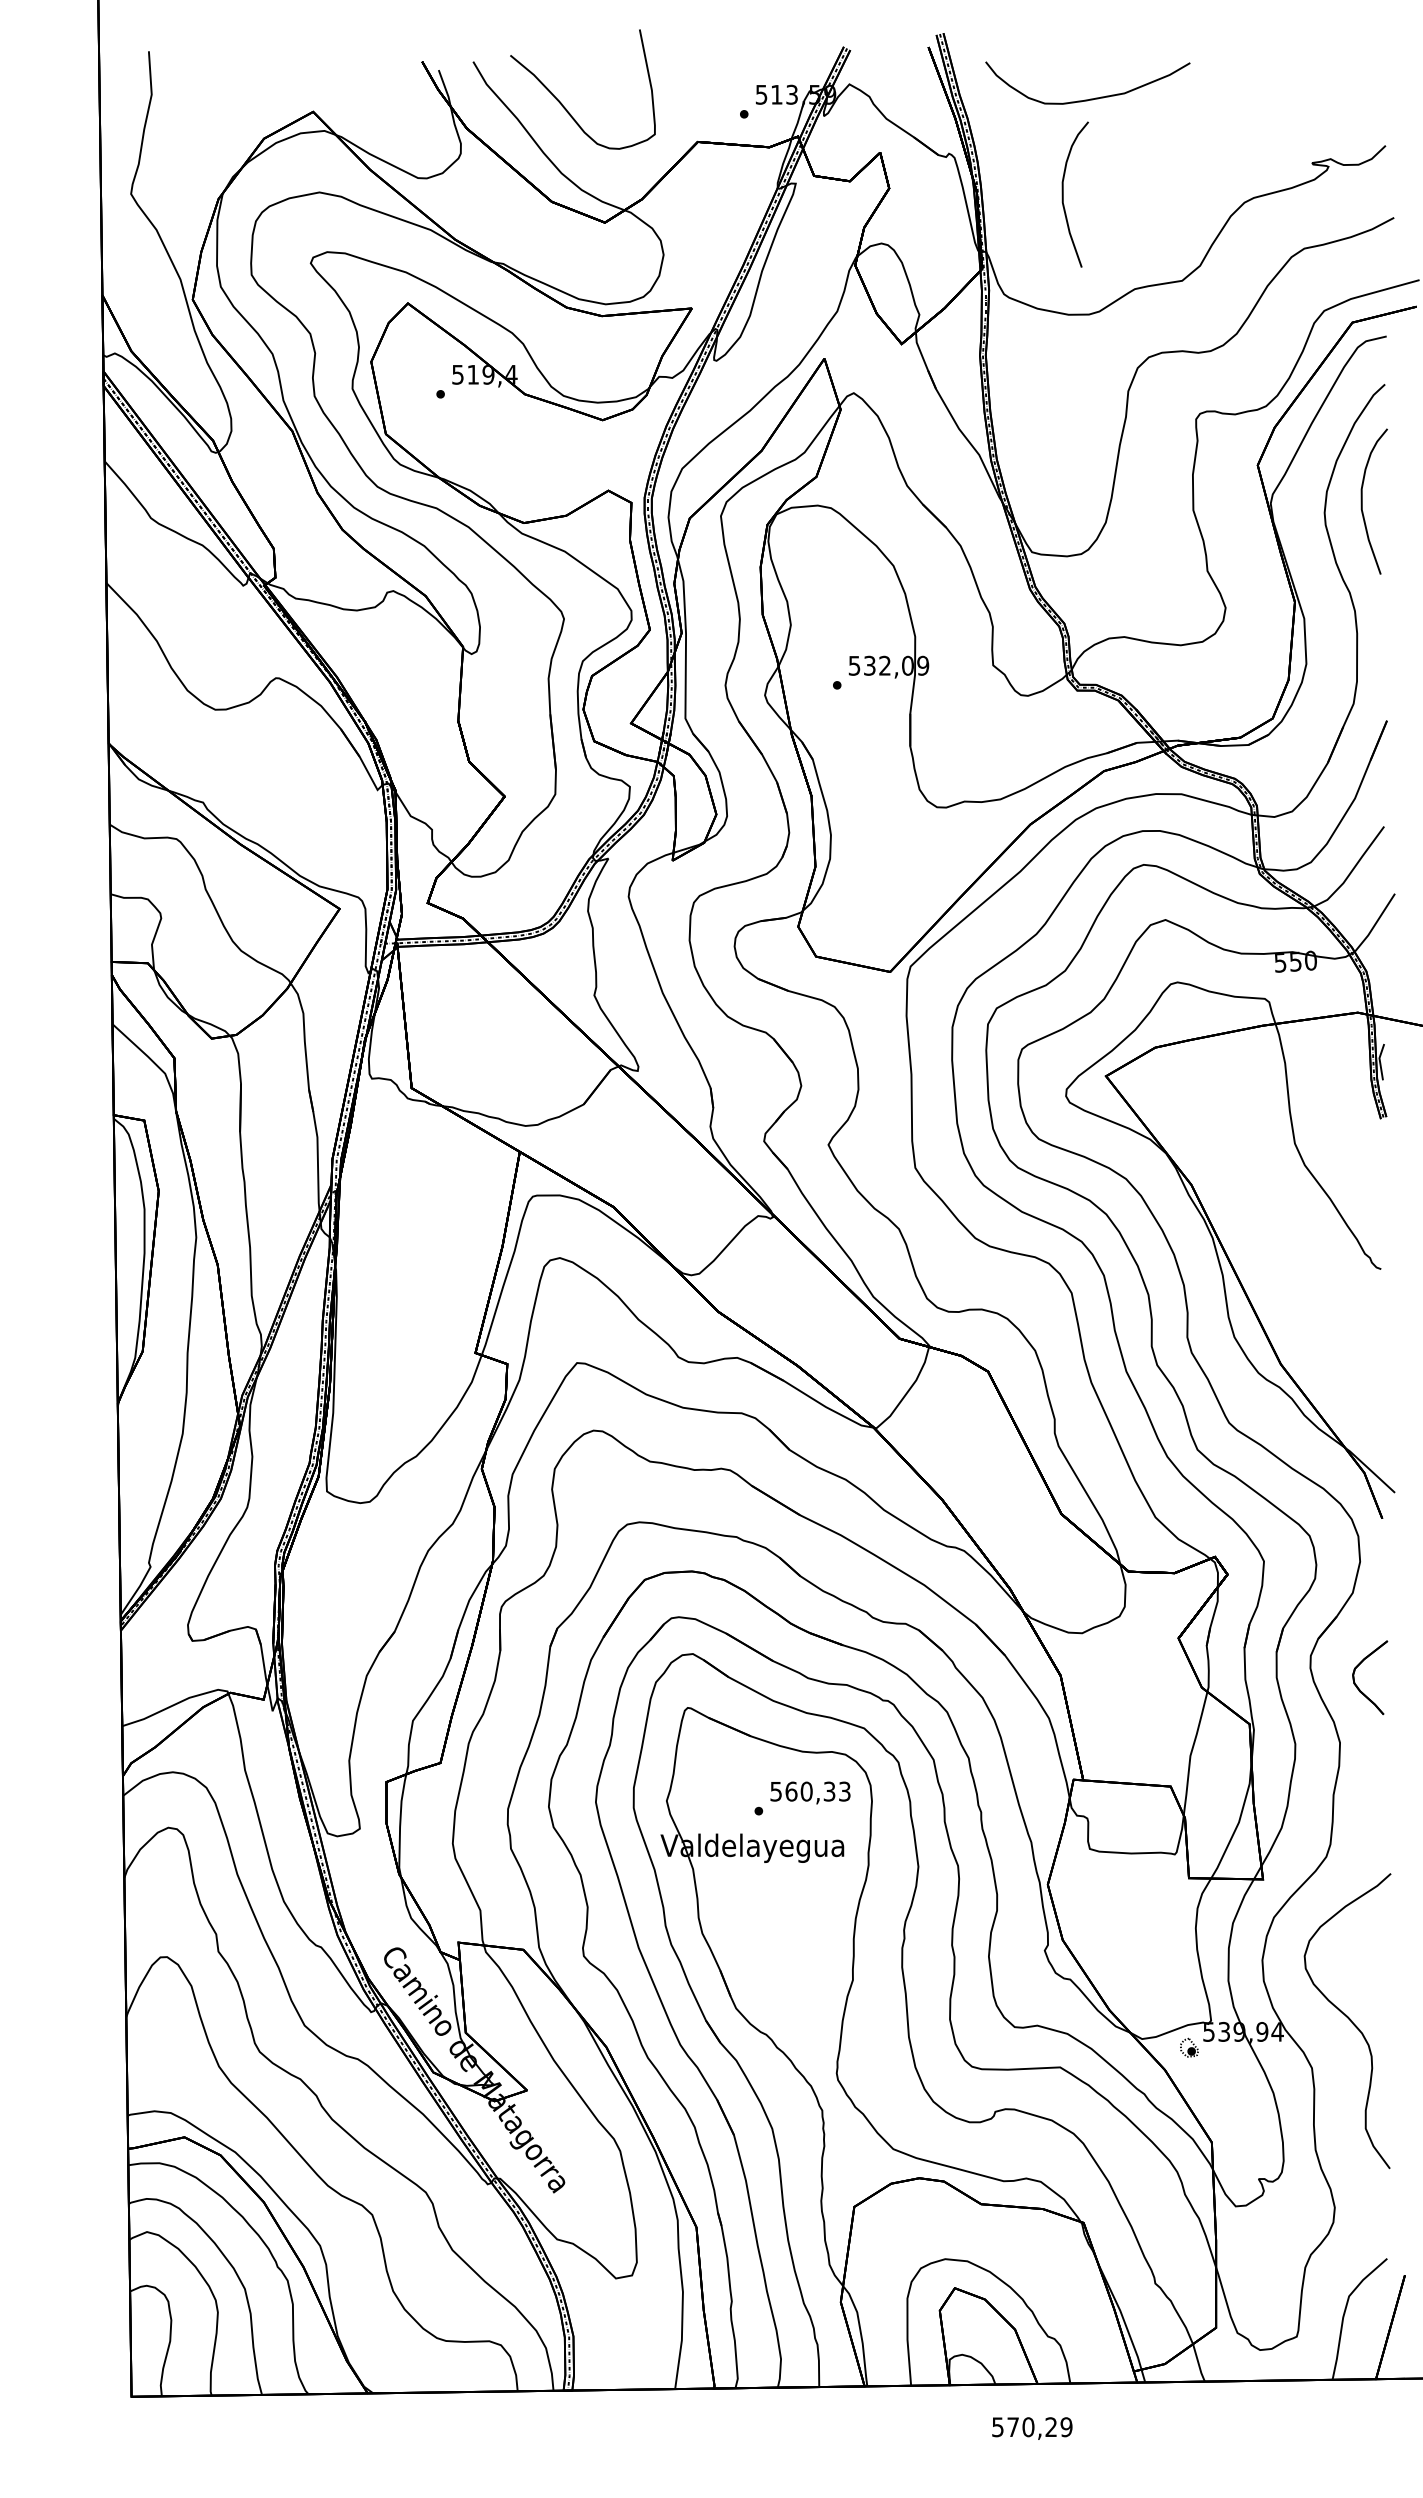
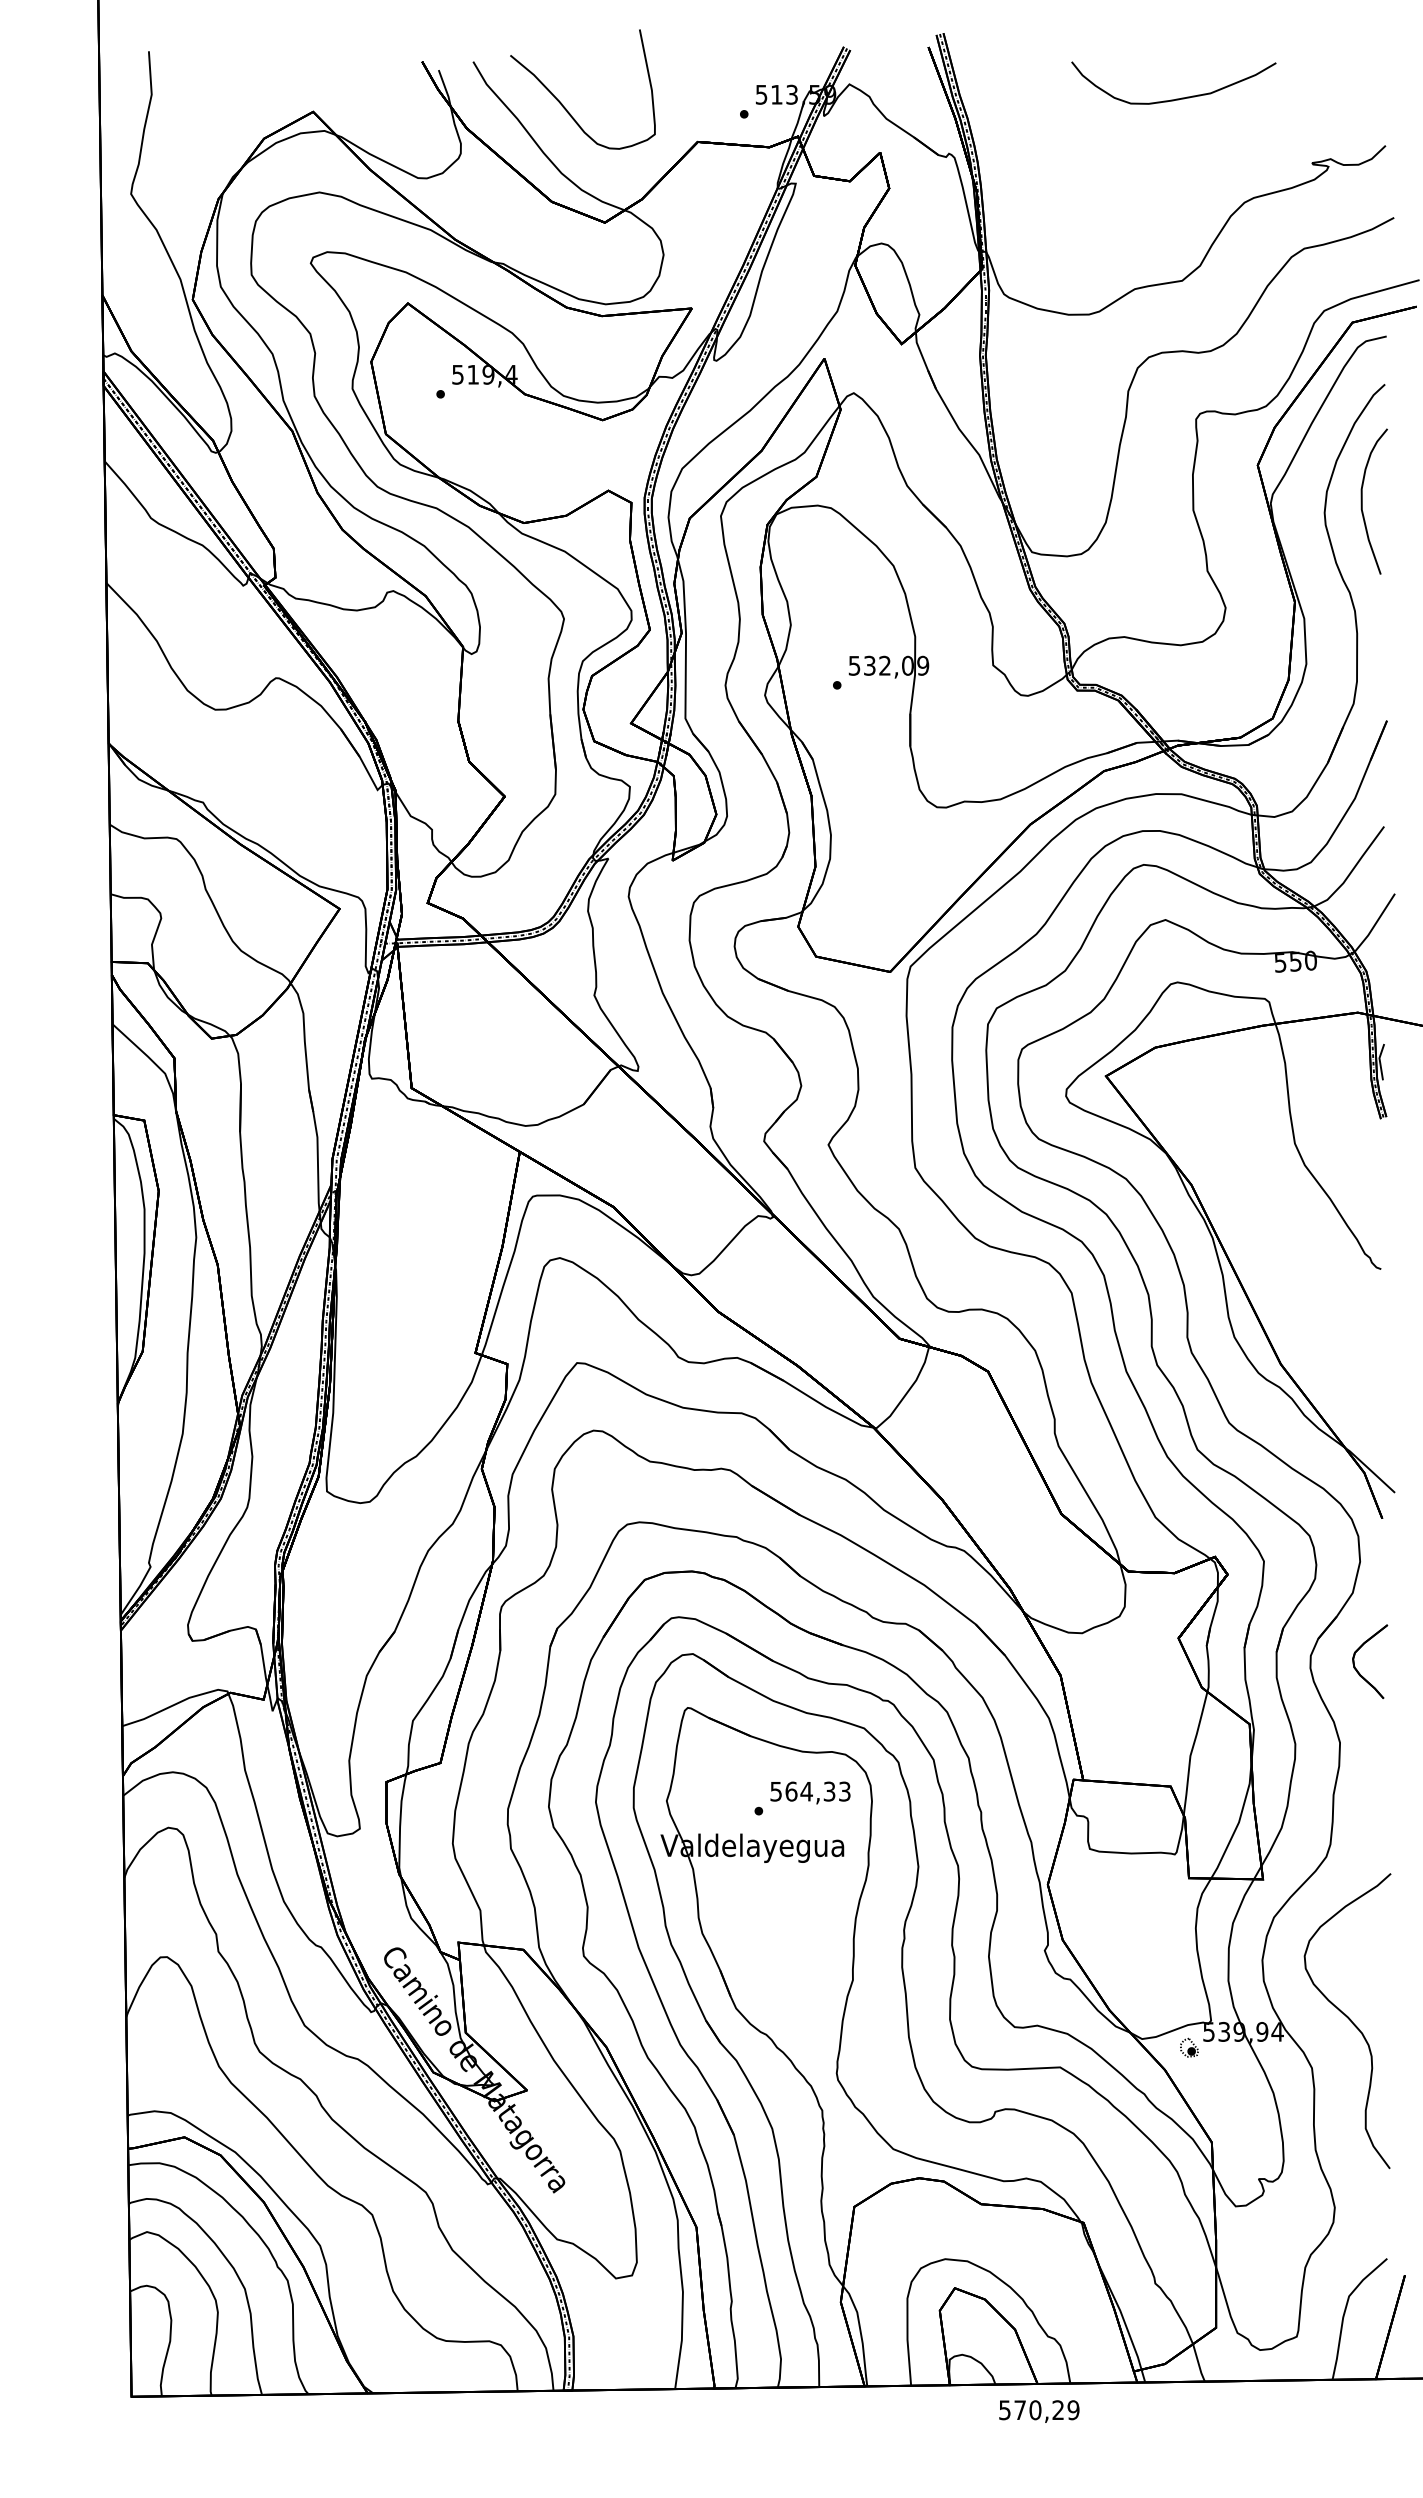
curve at (1090, 98) position: (1090, 98) -> (1176, 98)
curve at (1063, 194): present -> none
part at (1357, 1685) position: (1357, 1685) -> (1357, 1669)
text at (806, 1791): 560,33 -> 564,33
text at (1032, 2428) position: (1032, 2428) -> (1039, 2411)
